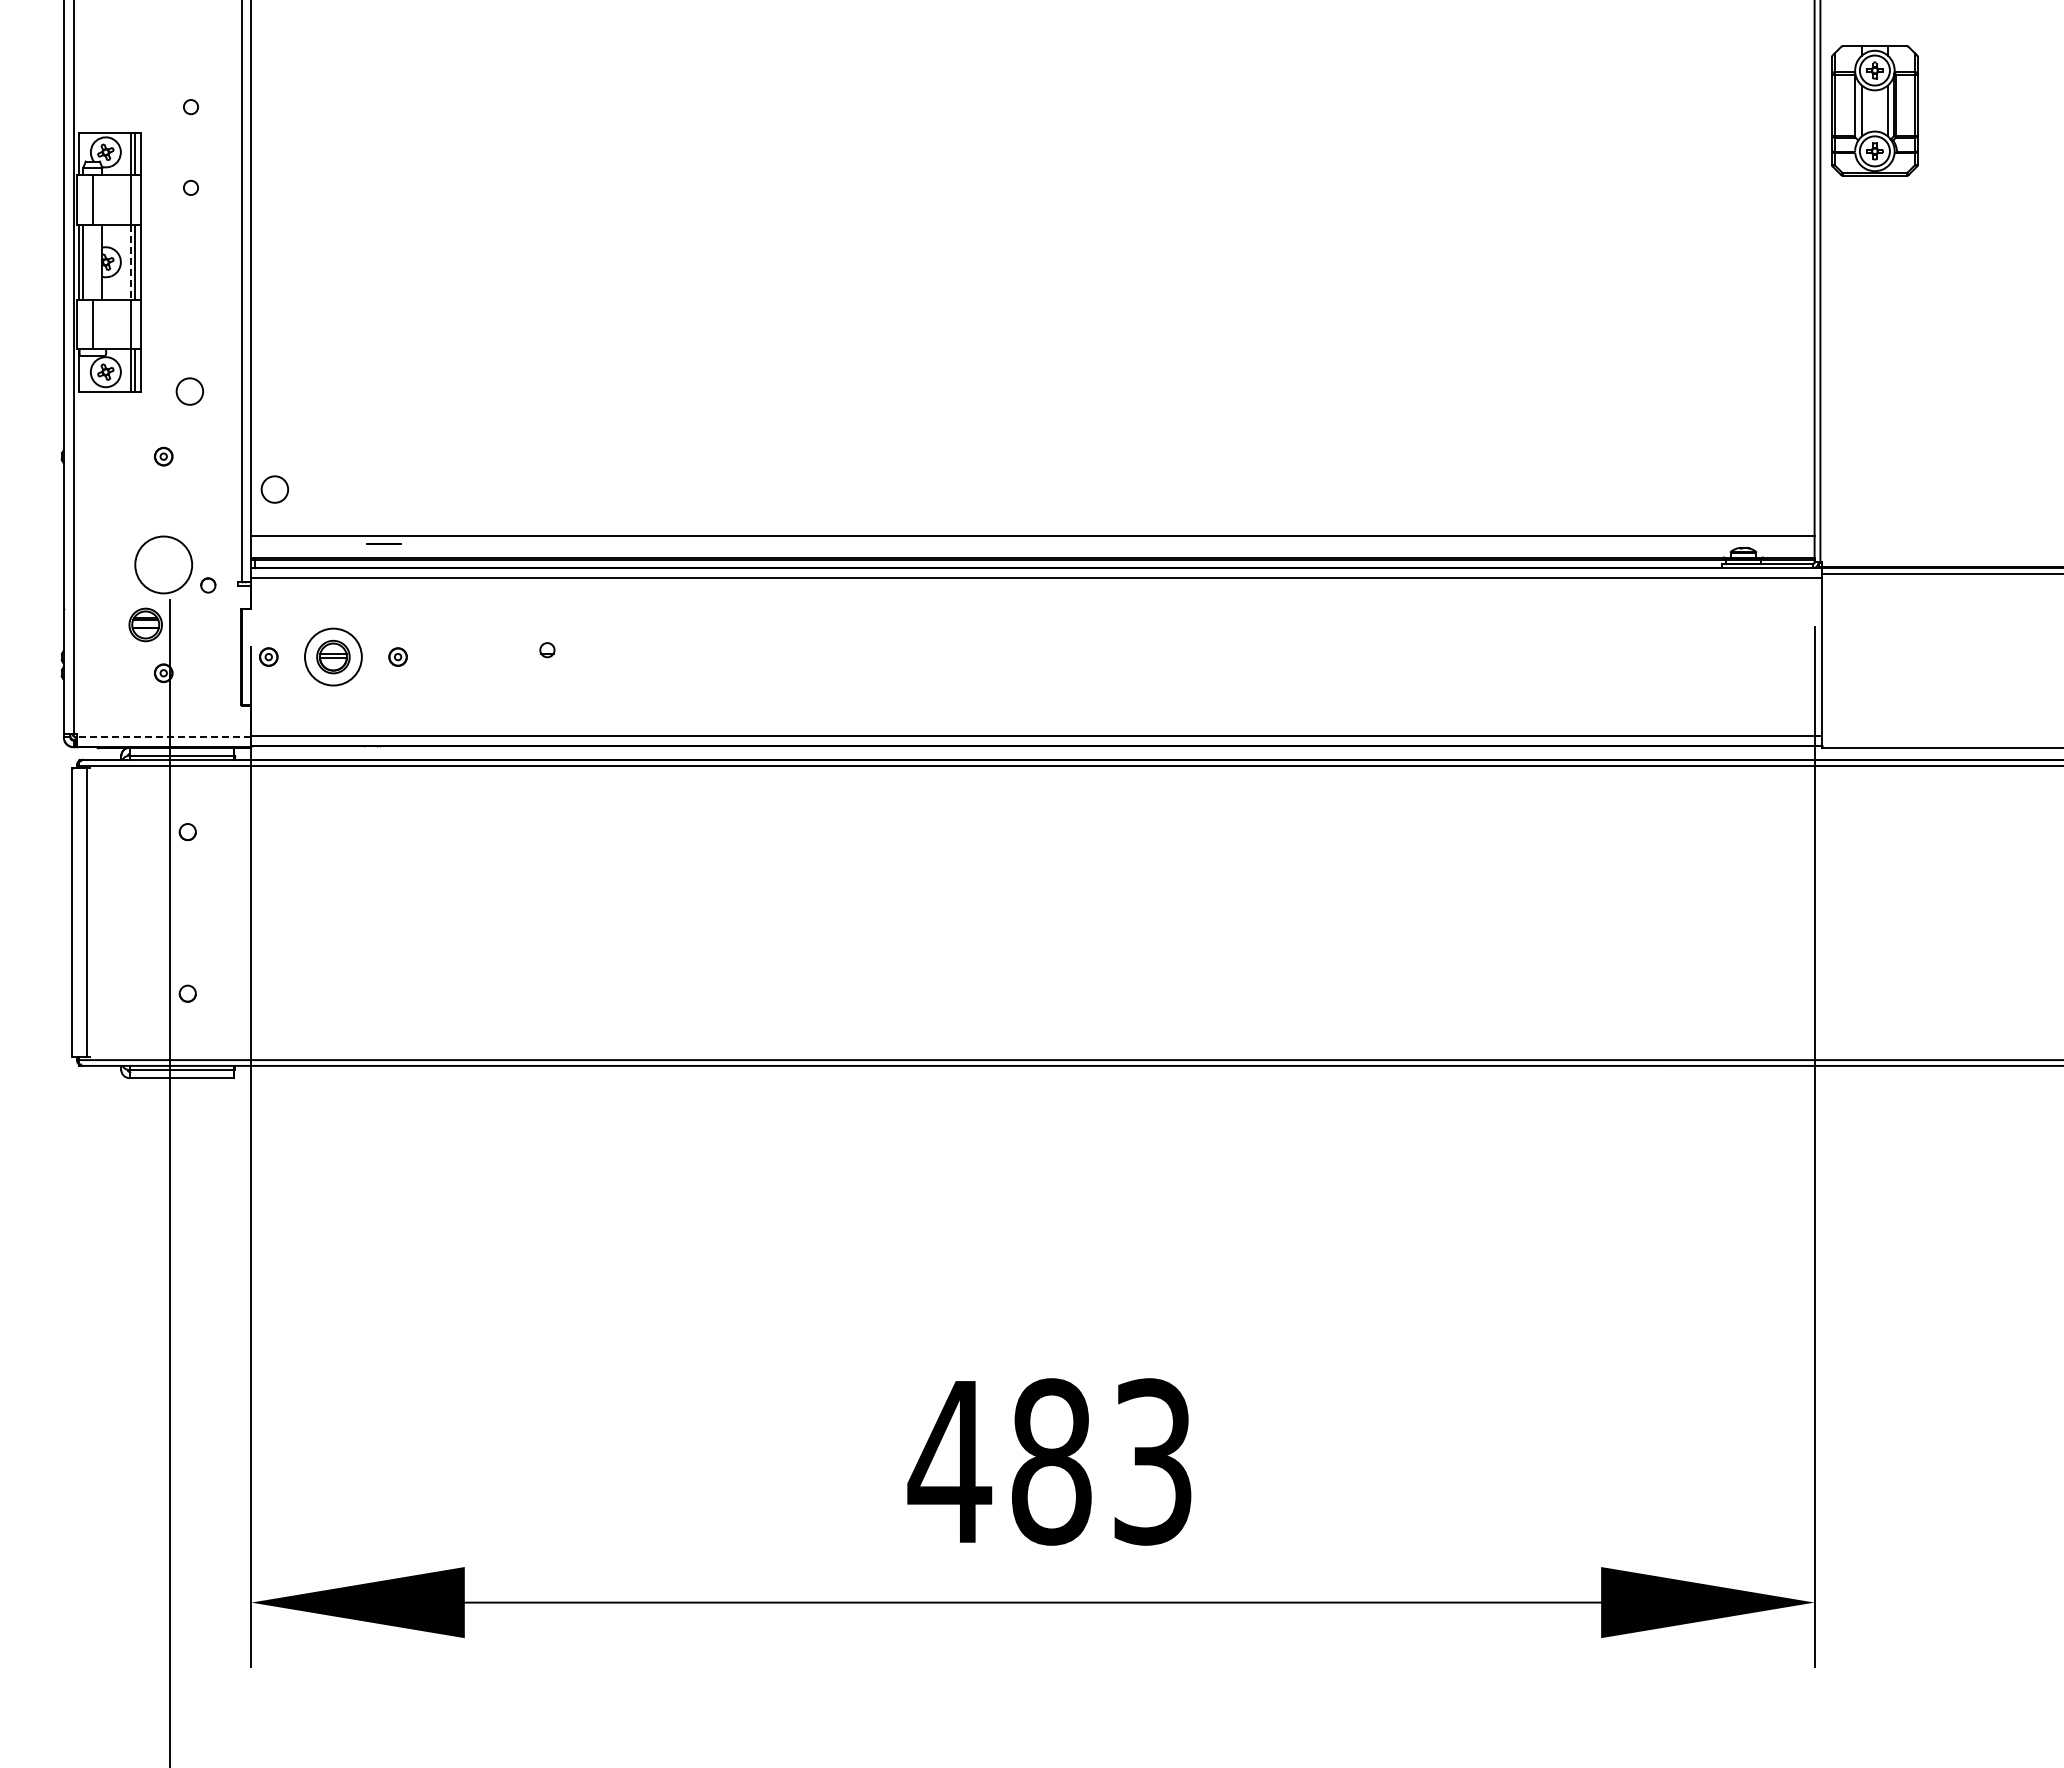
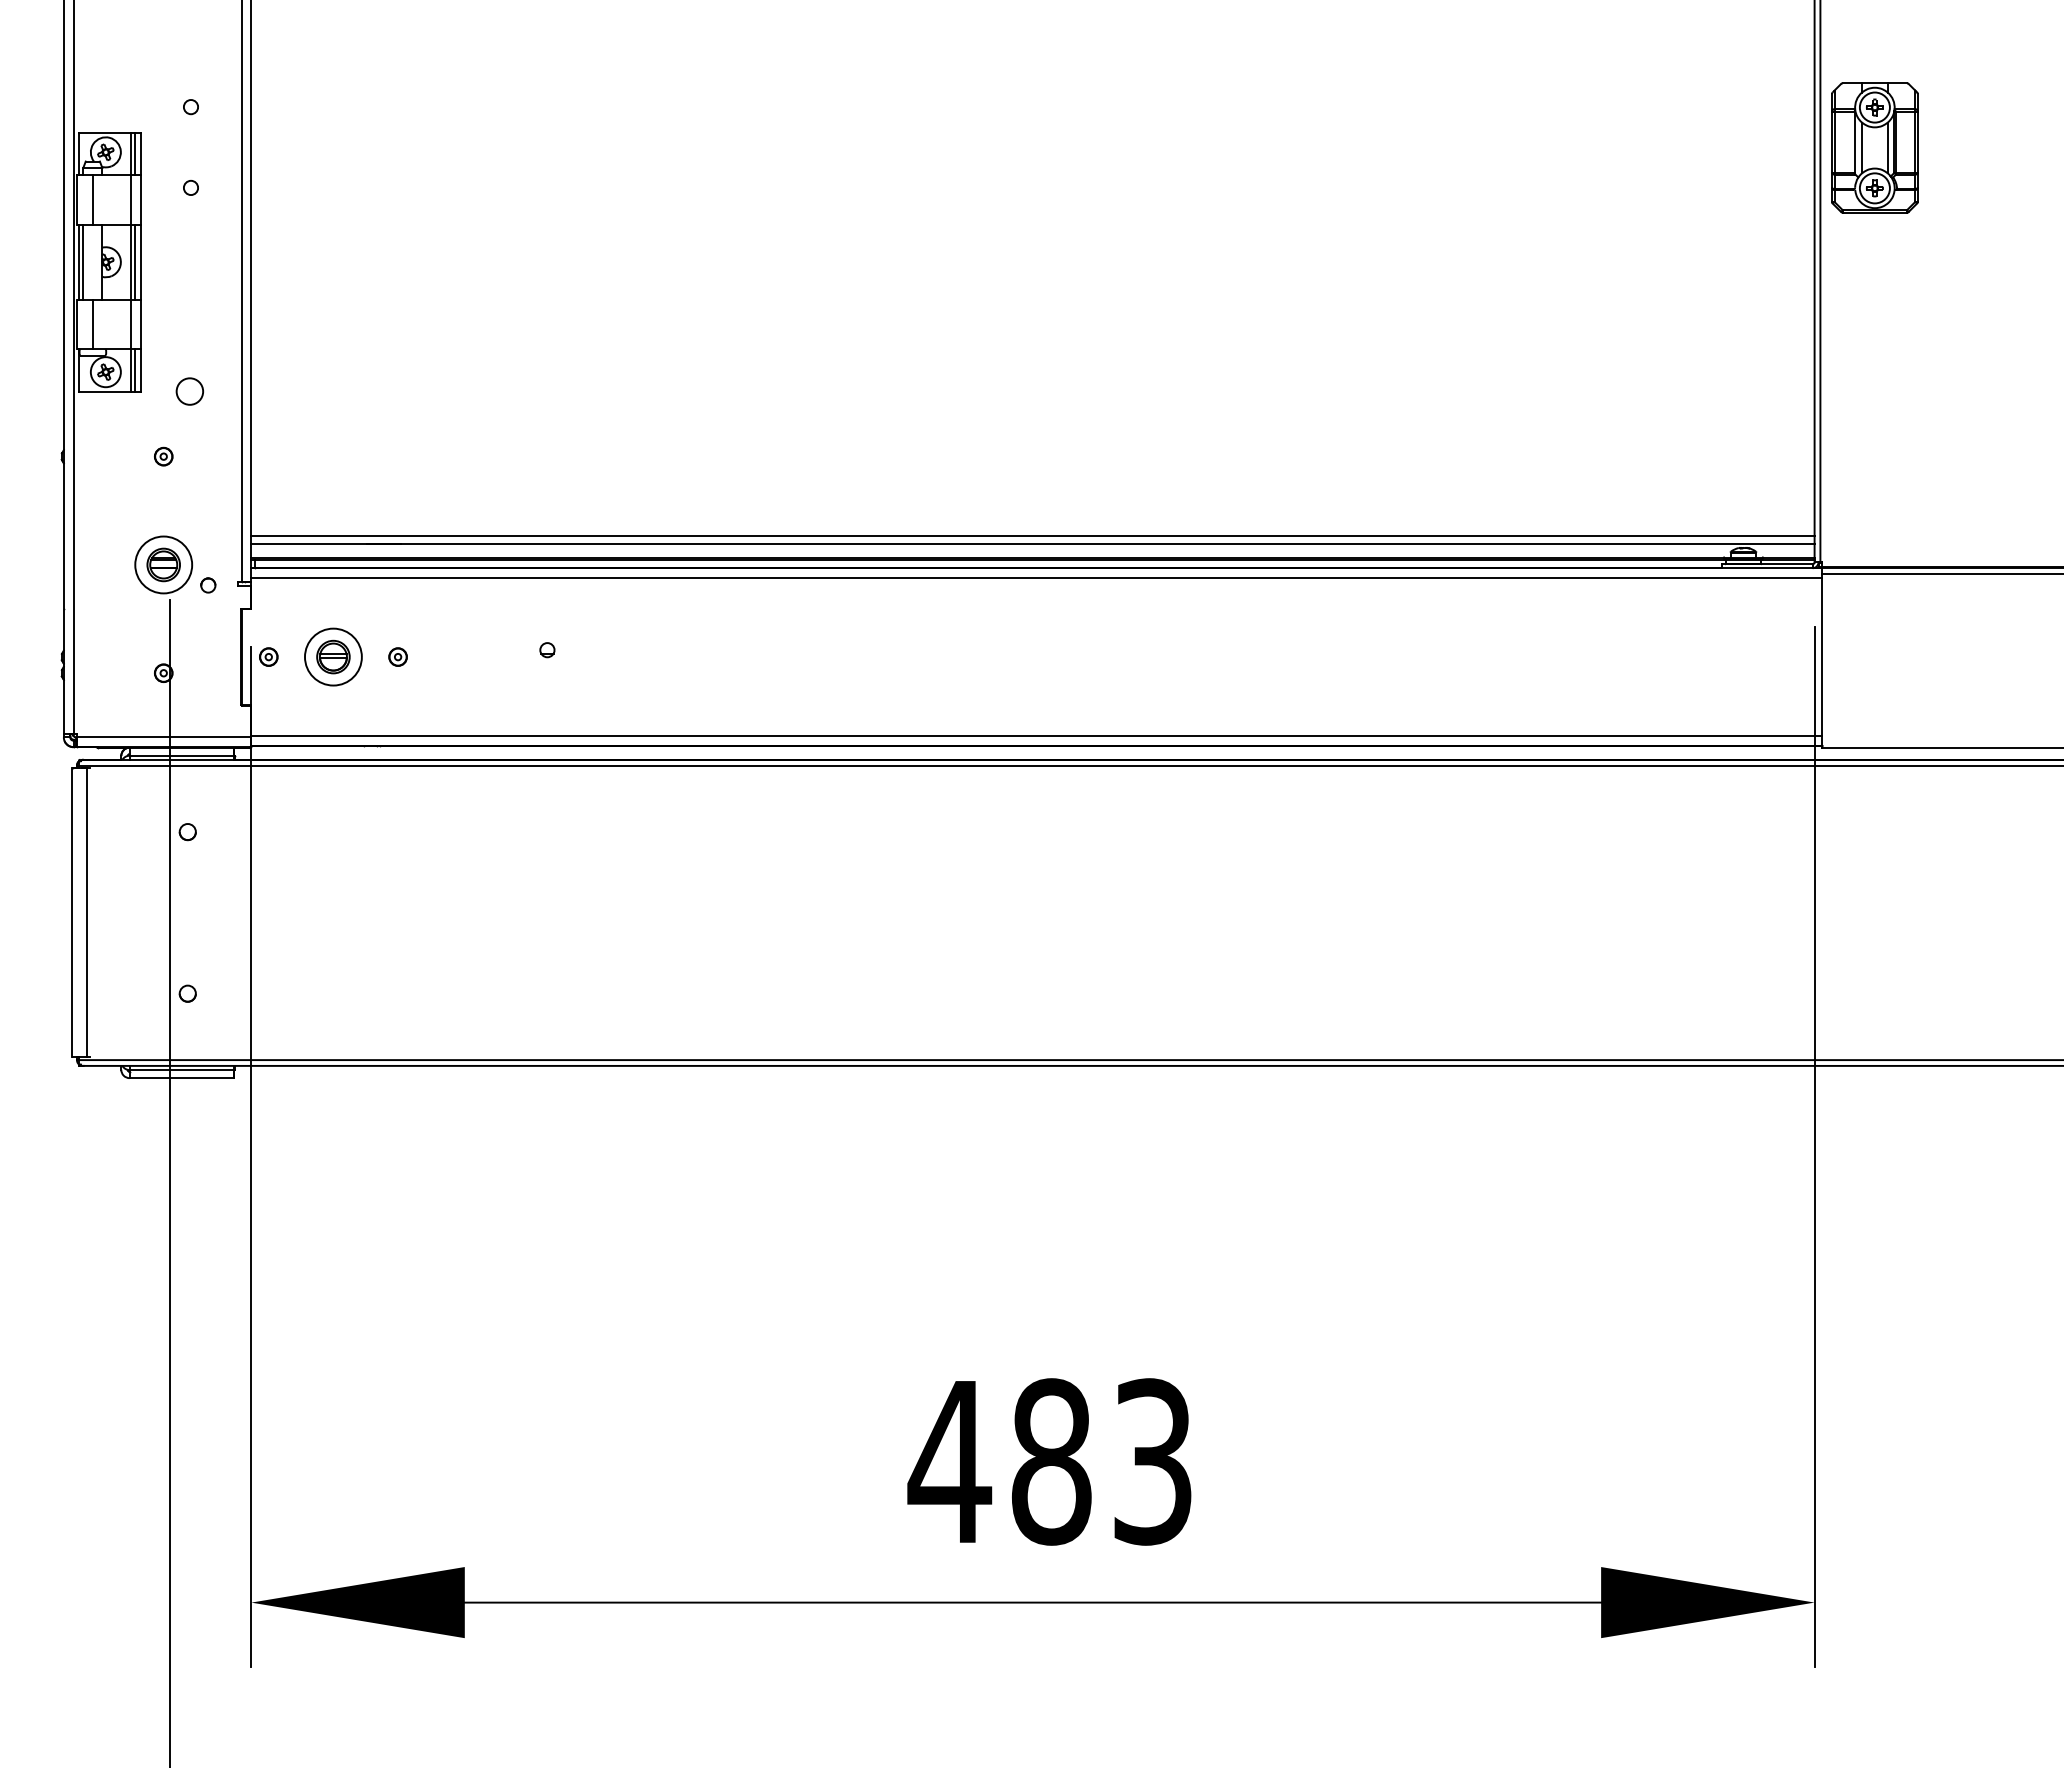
part at (1874, 110) position: (1874, 110) -> (1874, 147)
line at (130, 262): dashed -> solid
circle at (274, 489): present -> none
line at (1032, 543): none -> present
part at (145, 624) position: (145, 624) -> (163, 564)
line at (163, 737): dashed -> solid
